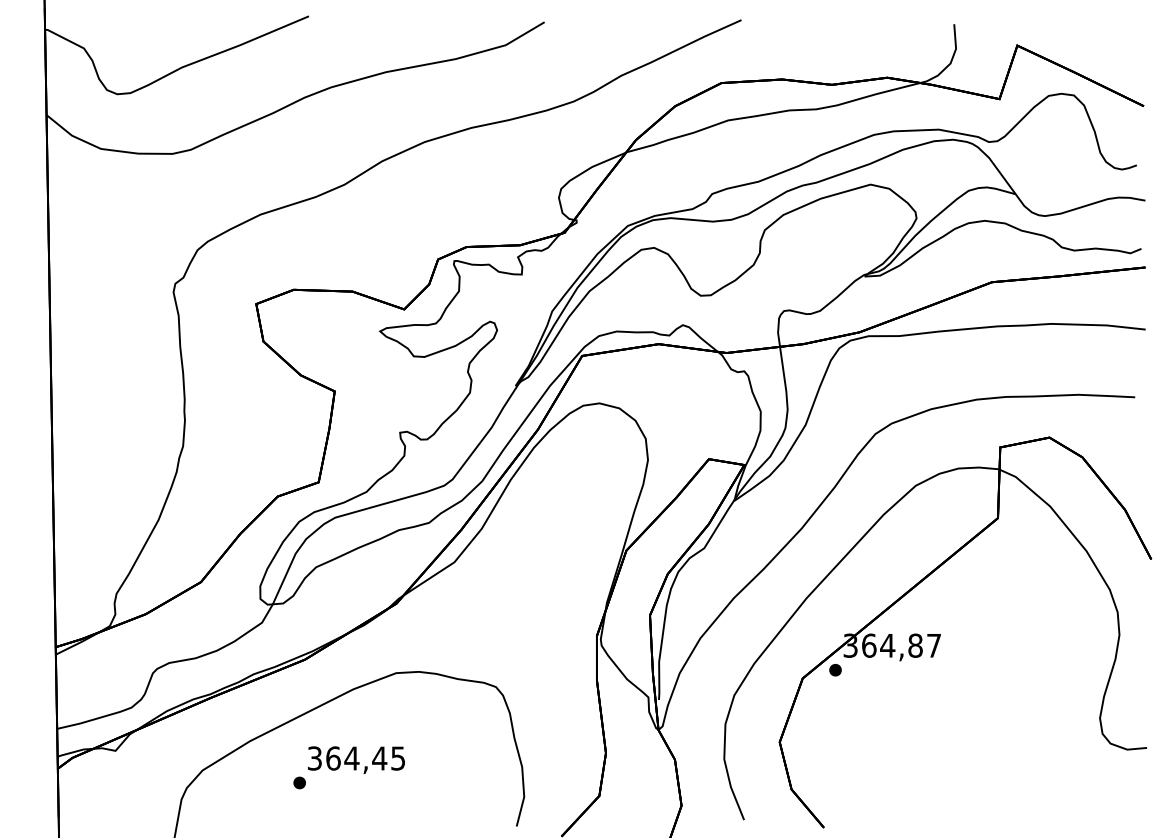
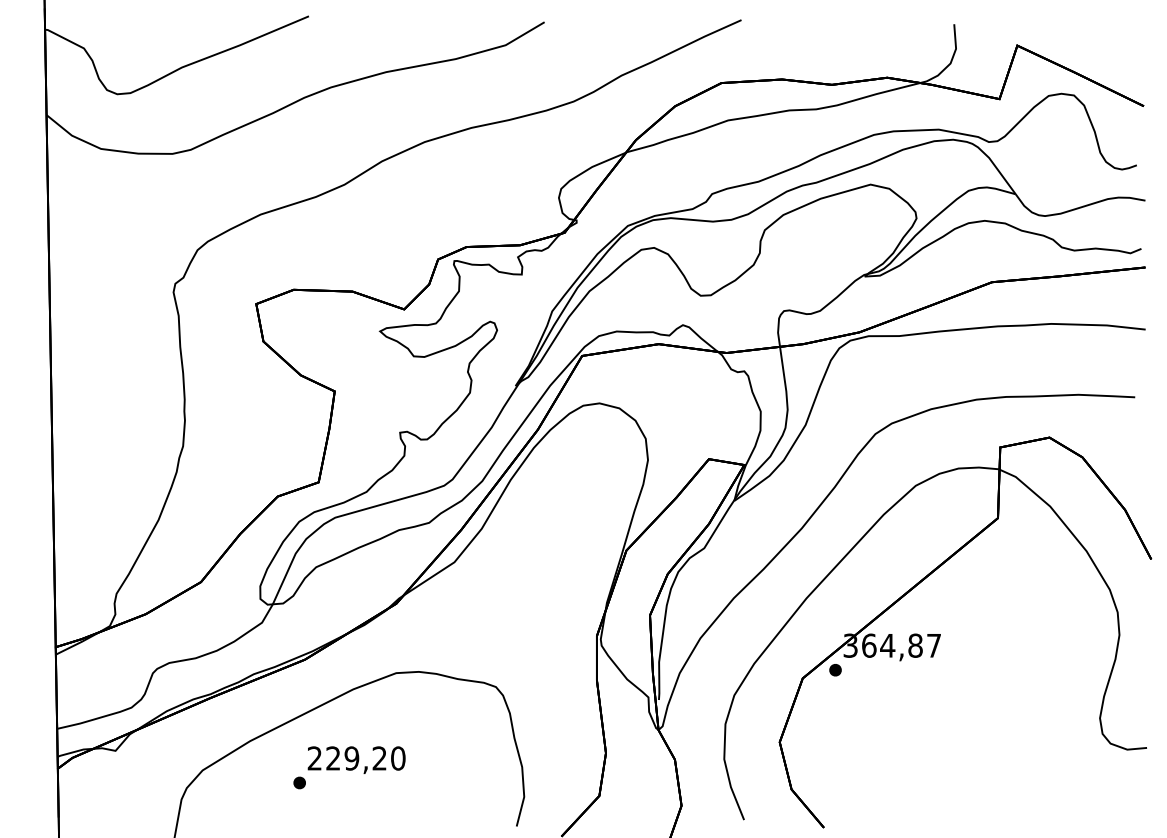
text at (356, 758): 364,45 -> 229,20
